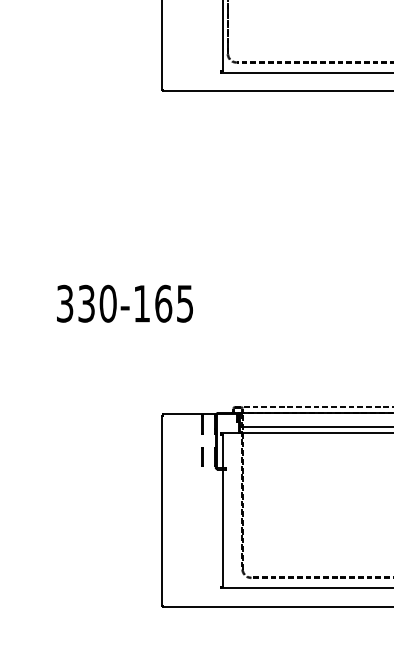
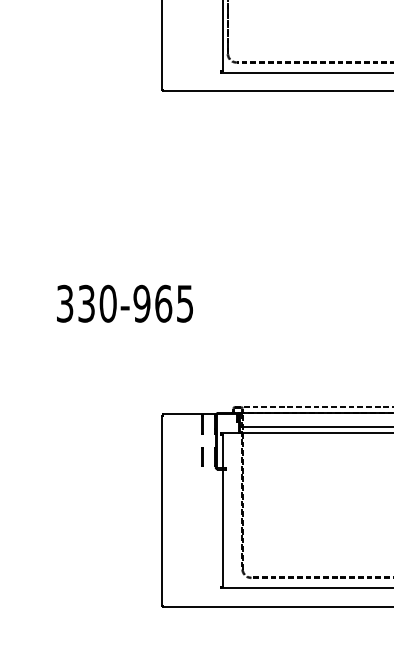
text at (141, 303): 330-165 -> 330-965
